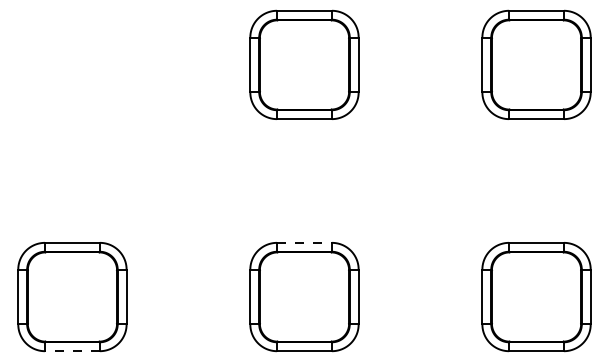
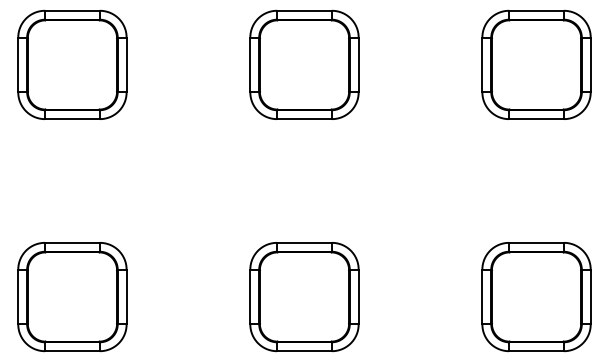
part at (72, 64): none -> present
line at (304, 242): dashed -> solid
line at (71, 351): dashed -> solid
